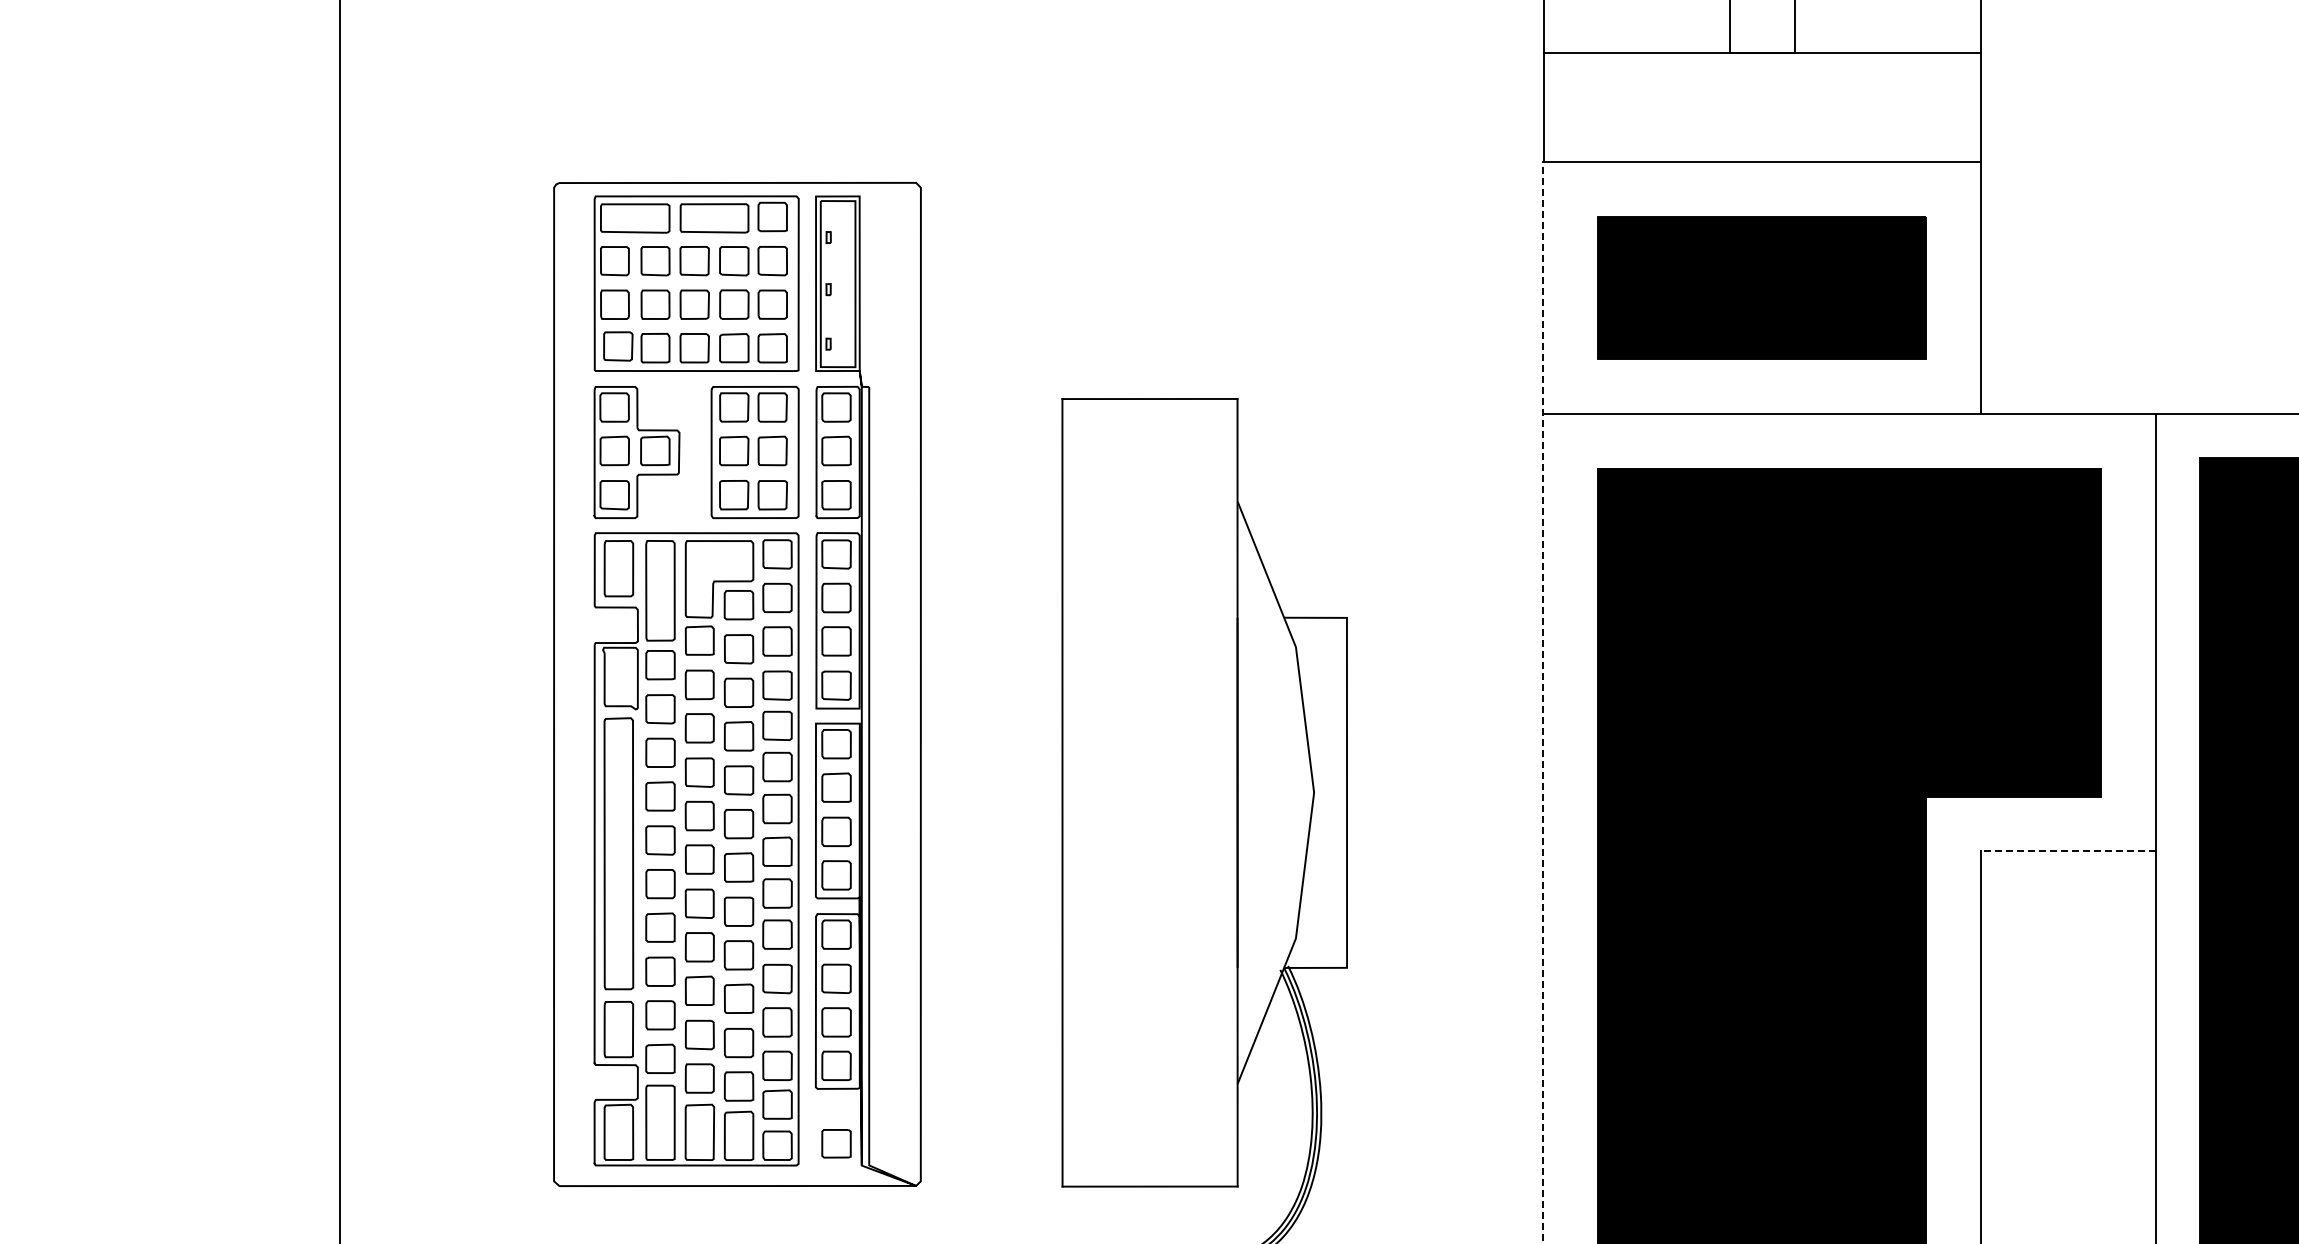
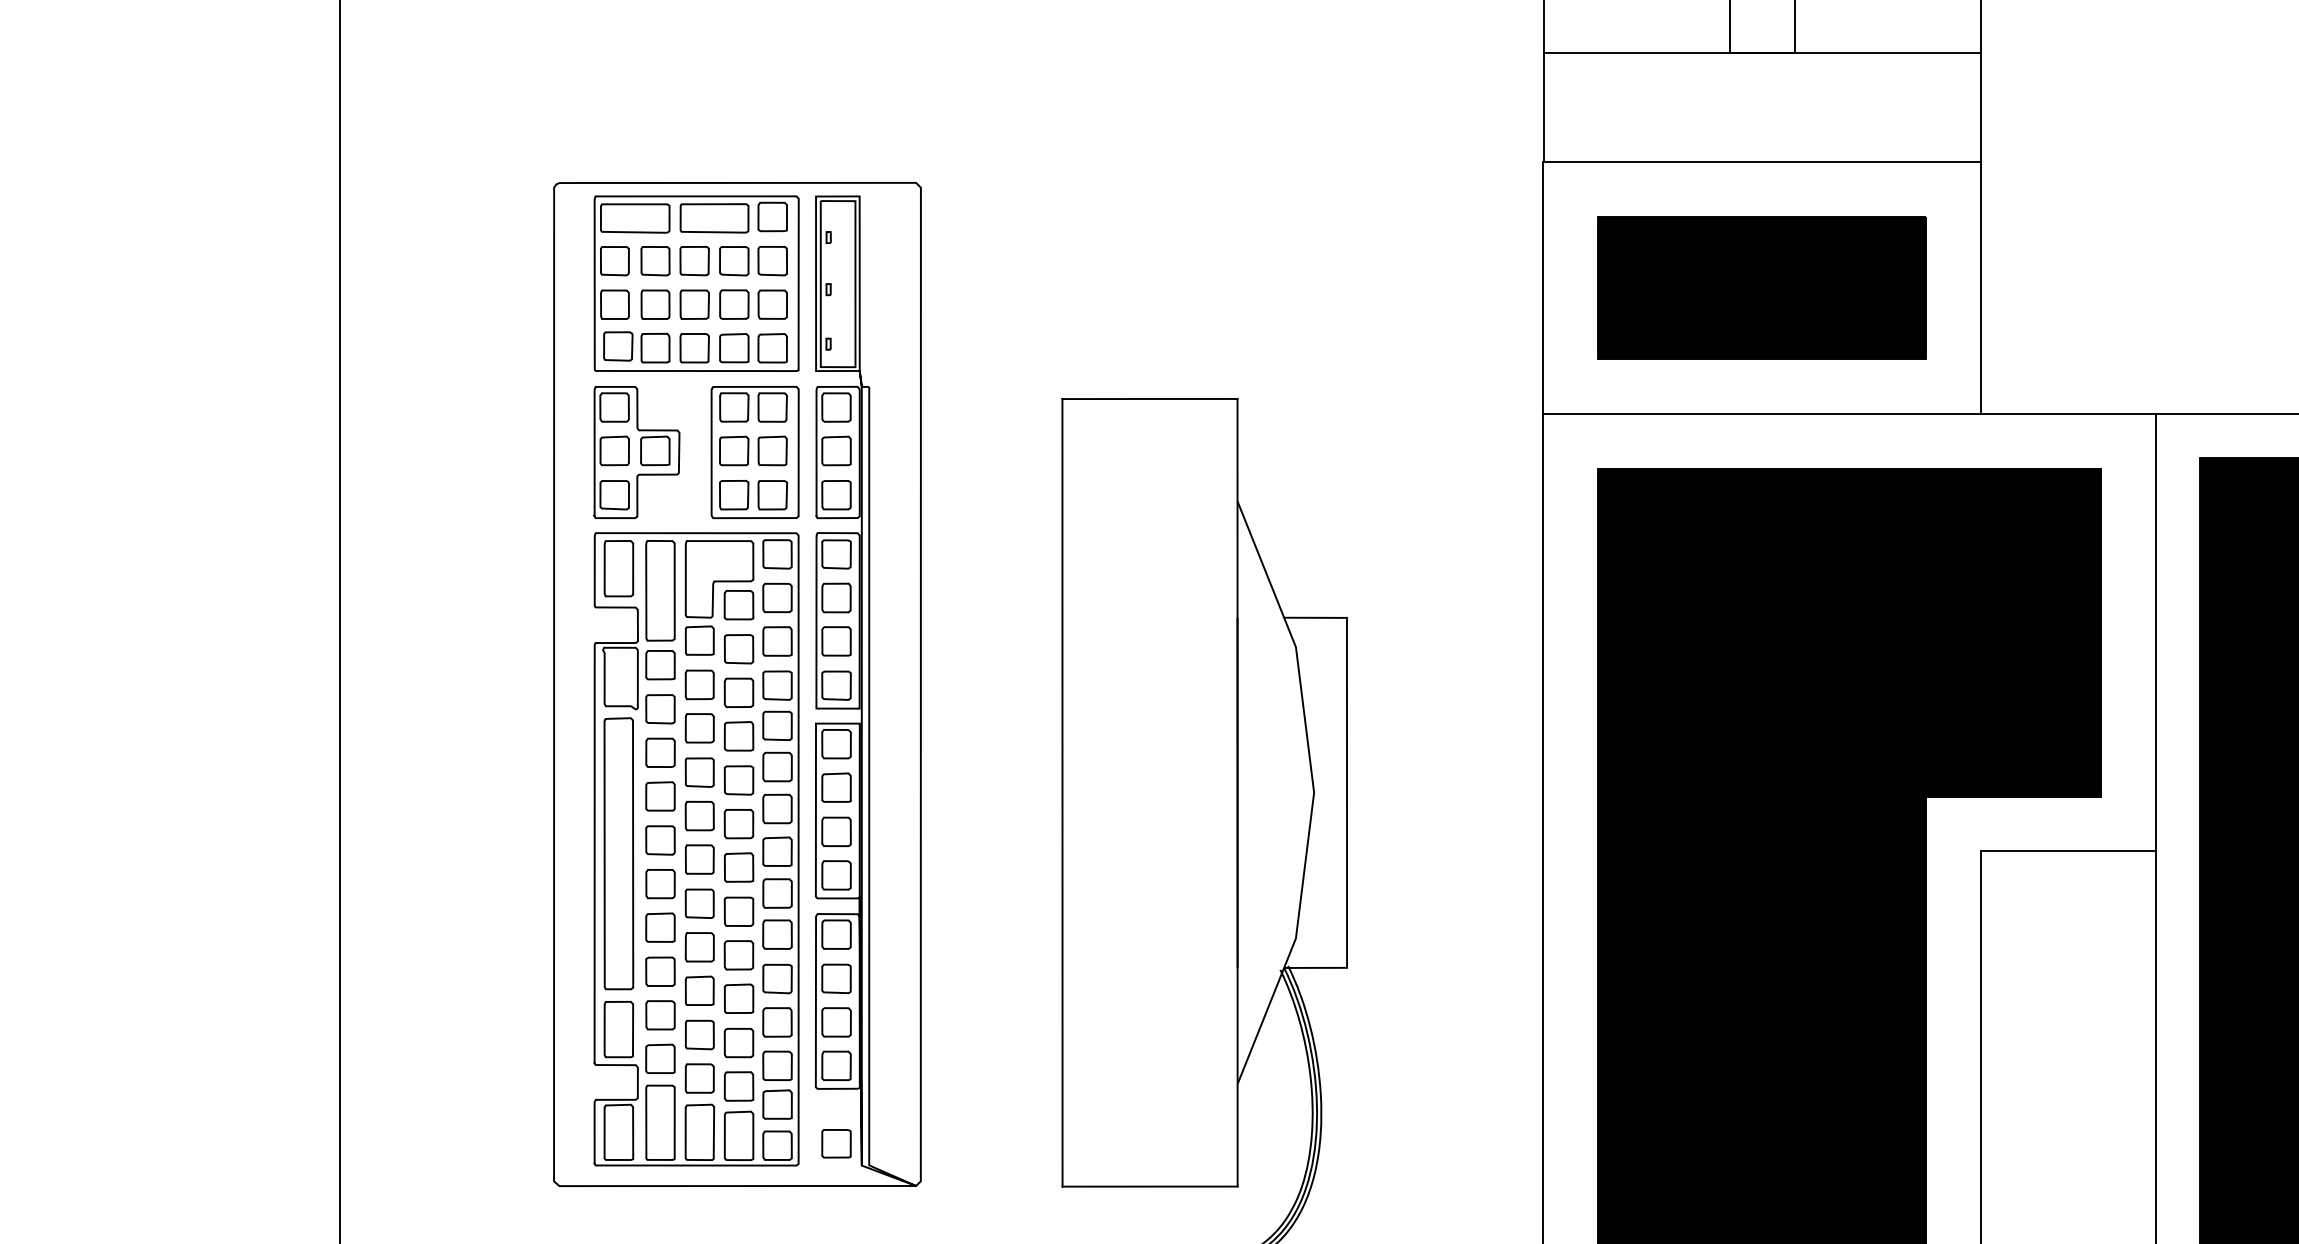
line at (1543, 701): dashed -> solid
line at (2068, 851): dashed -> solid
